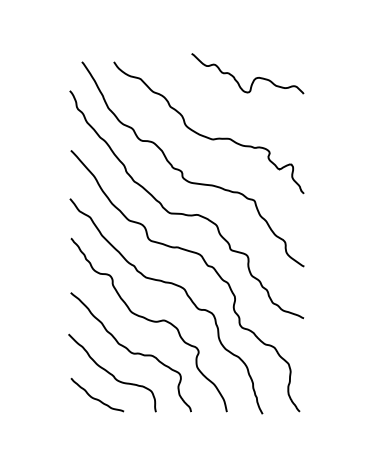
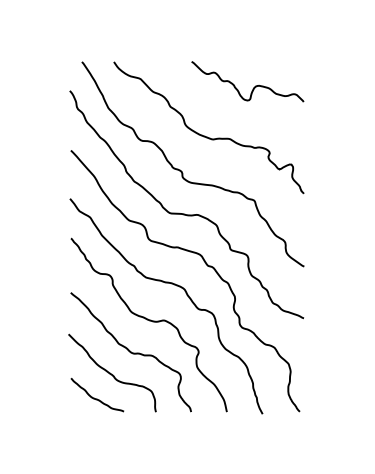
curve at (253, 79) position: (253, 79) -> (253, 87)
